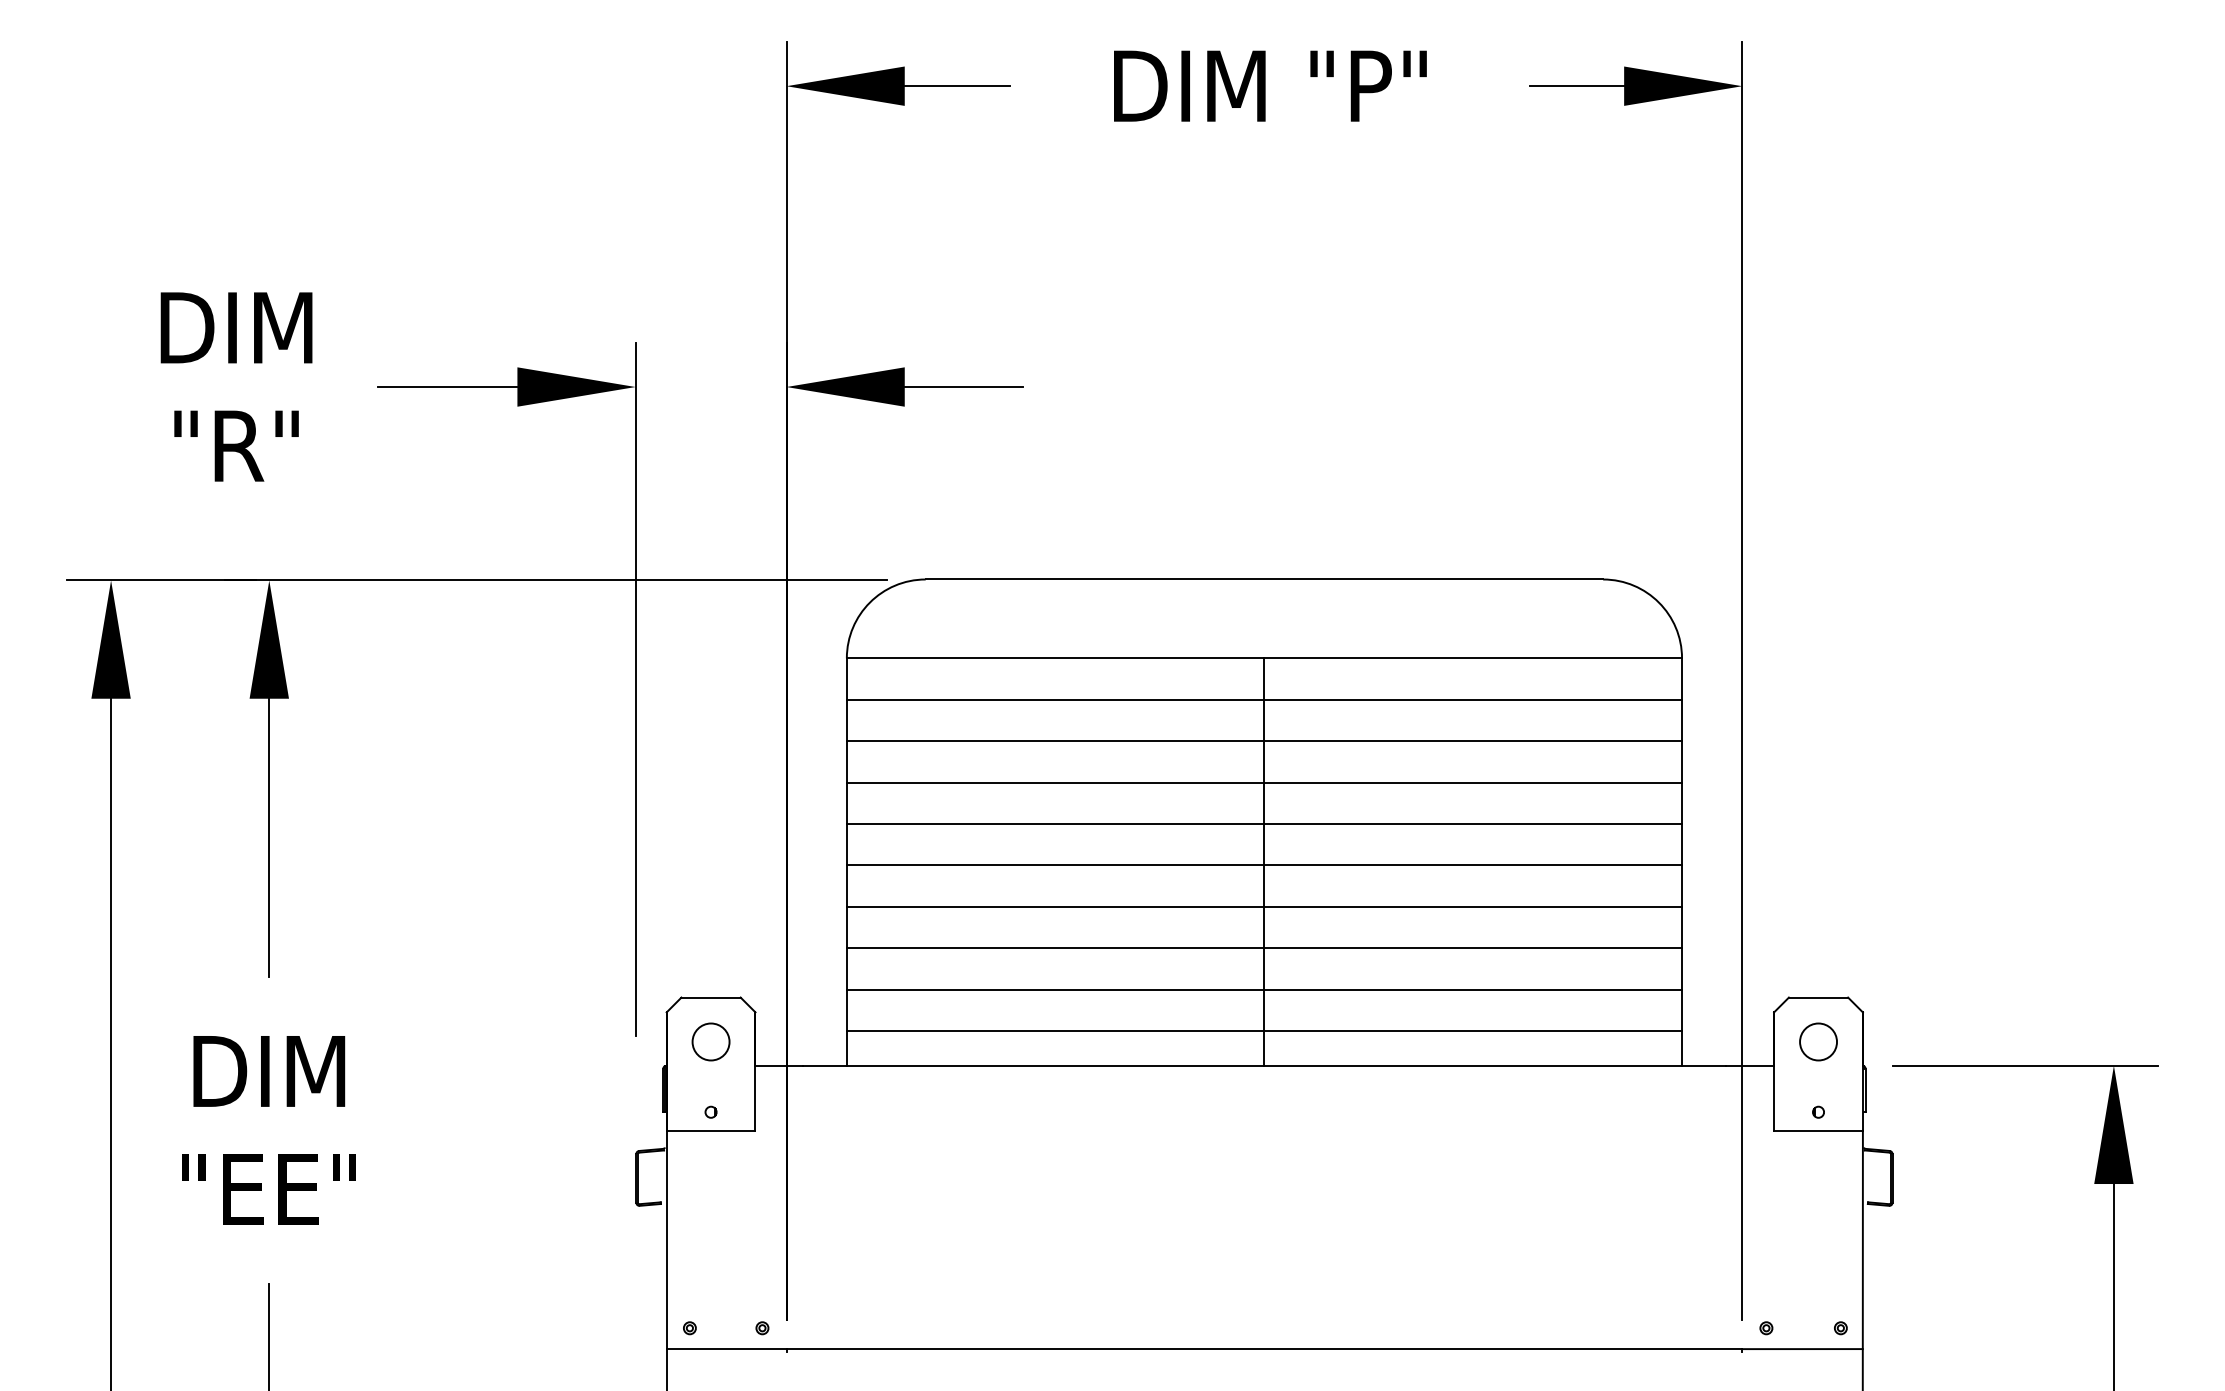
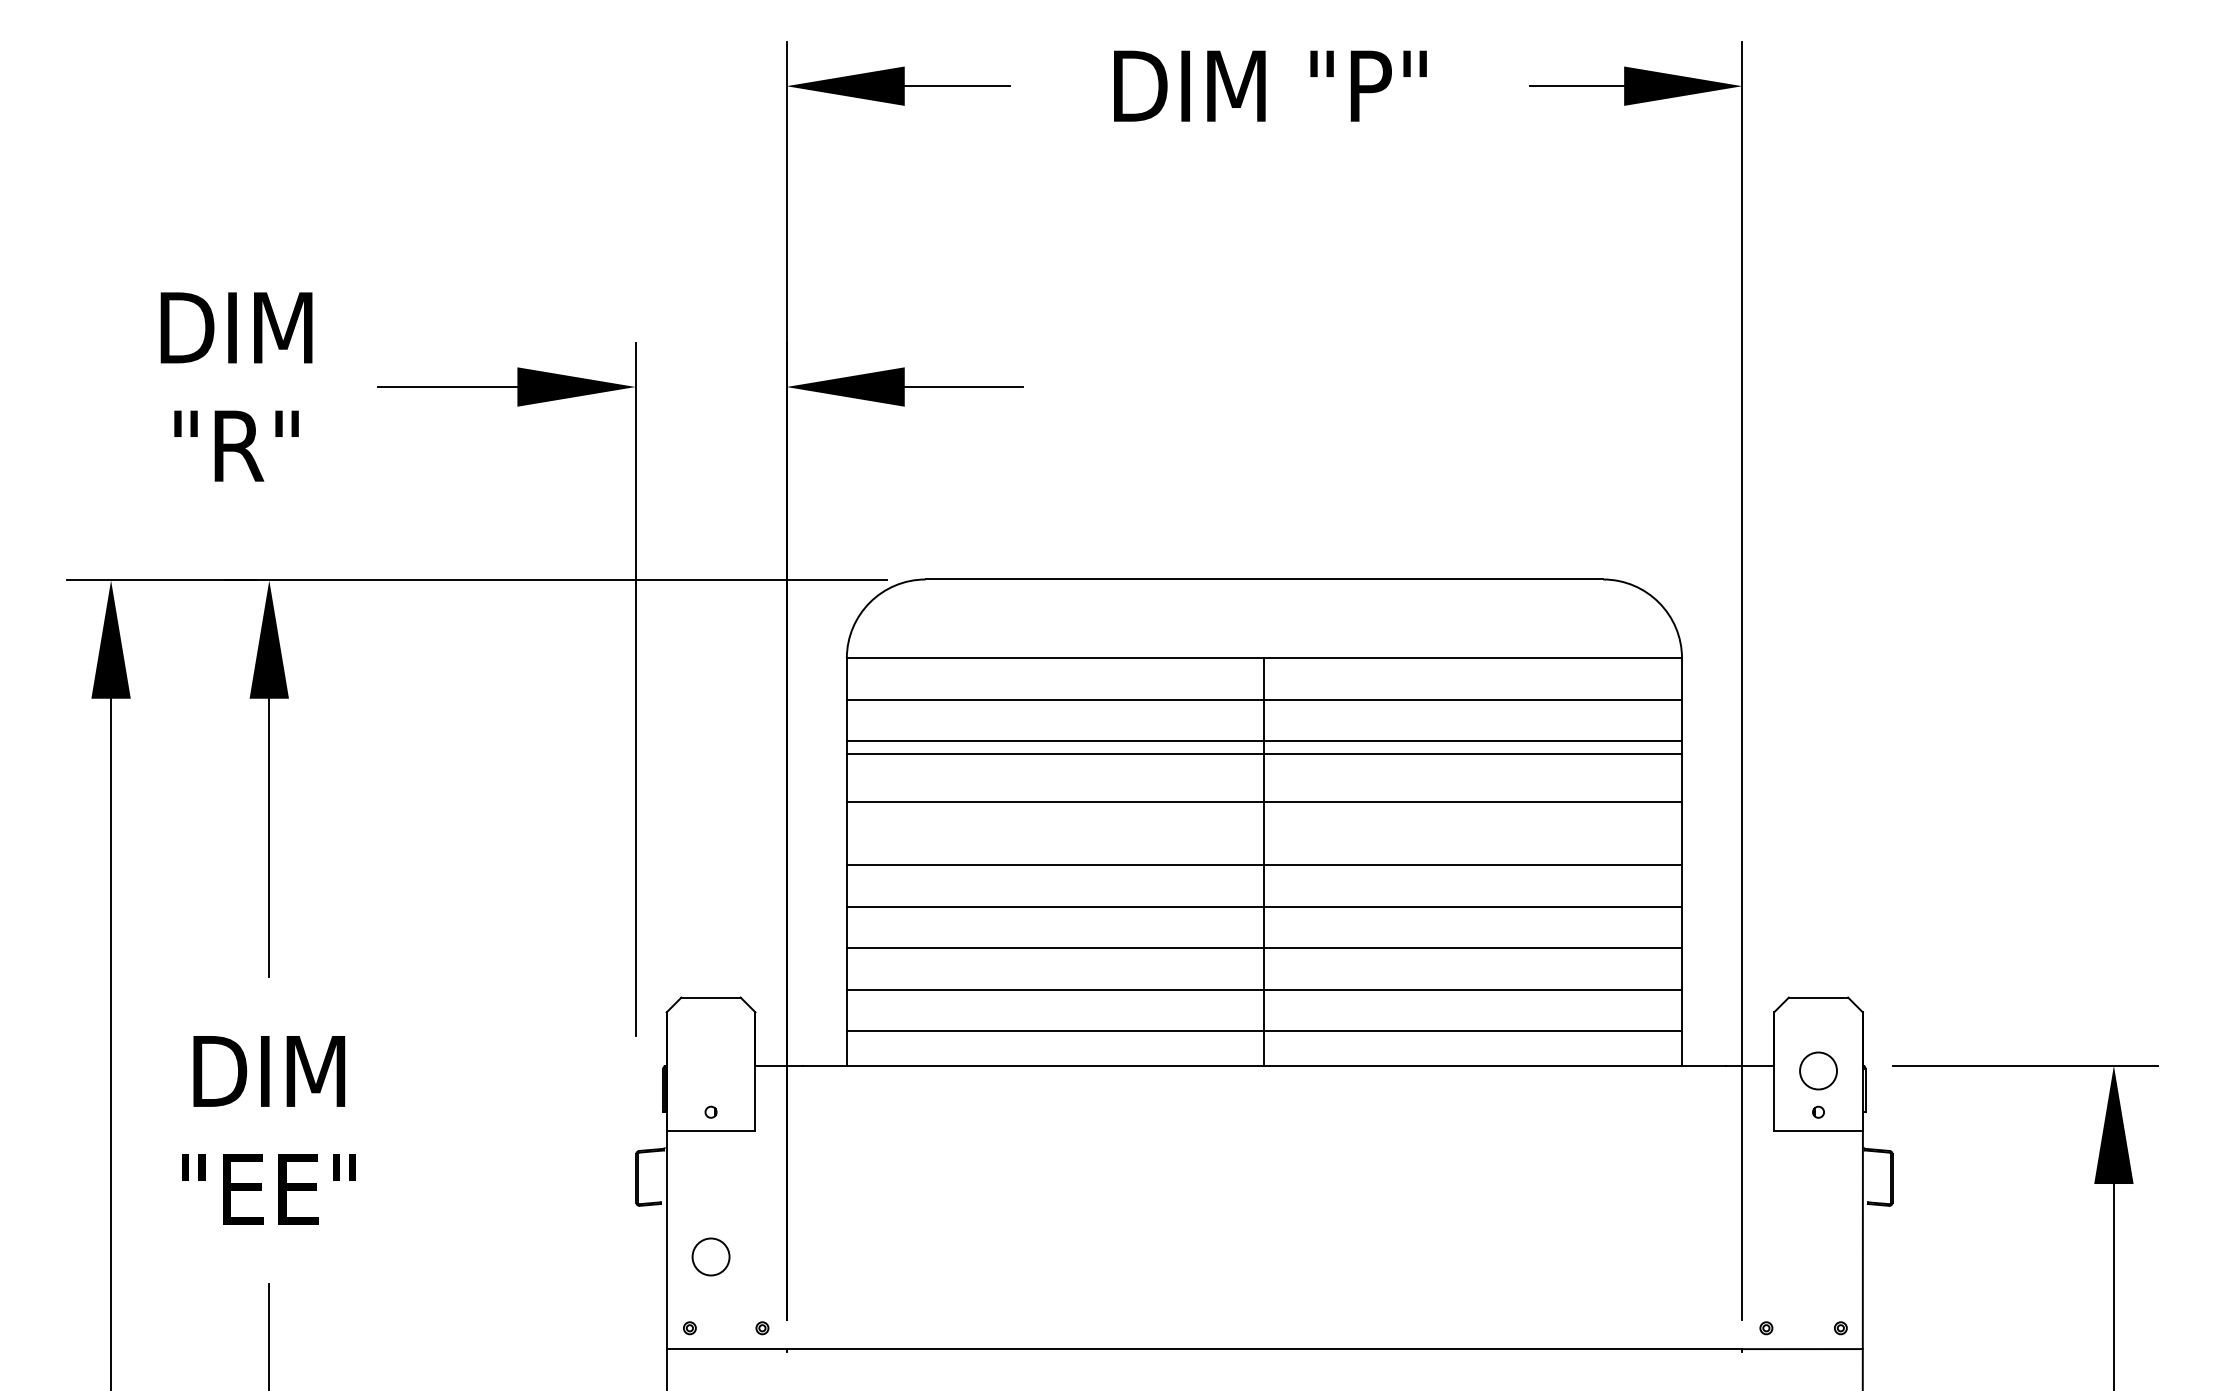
line at (1264, 782) position: (1264, 782) -> (1264, 753)
line at (1264, 823) position: (1264, 823) -> (1264, 801)
circle at (710, 1041) position: (710, 1041) -> (710, 1256)
circle at (1818, 1041) position: (1818, 1041) -> (1818, 1070)
